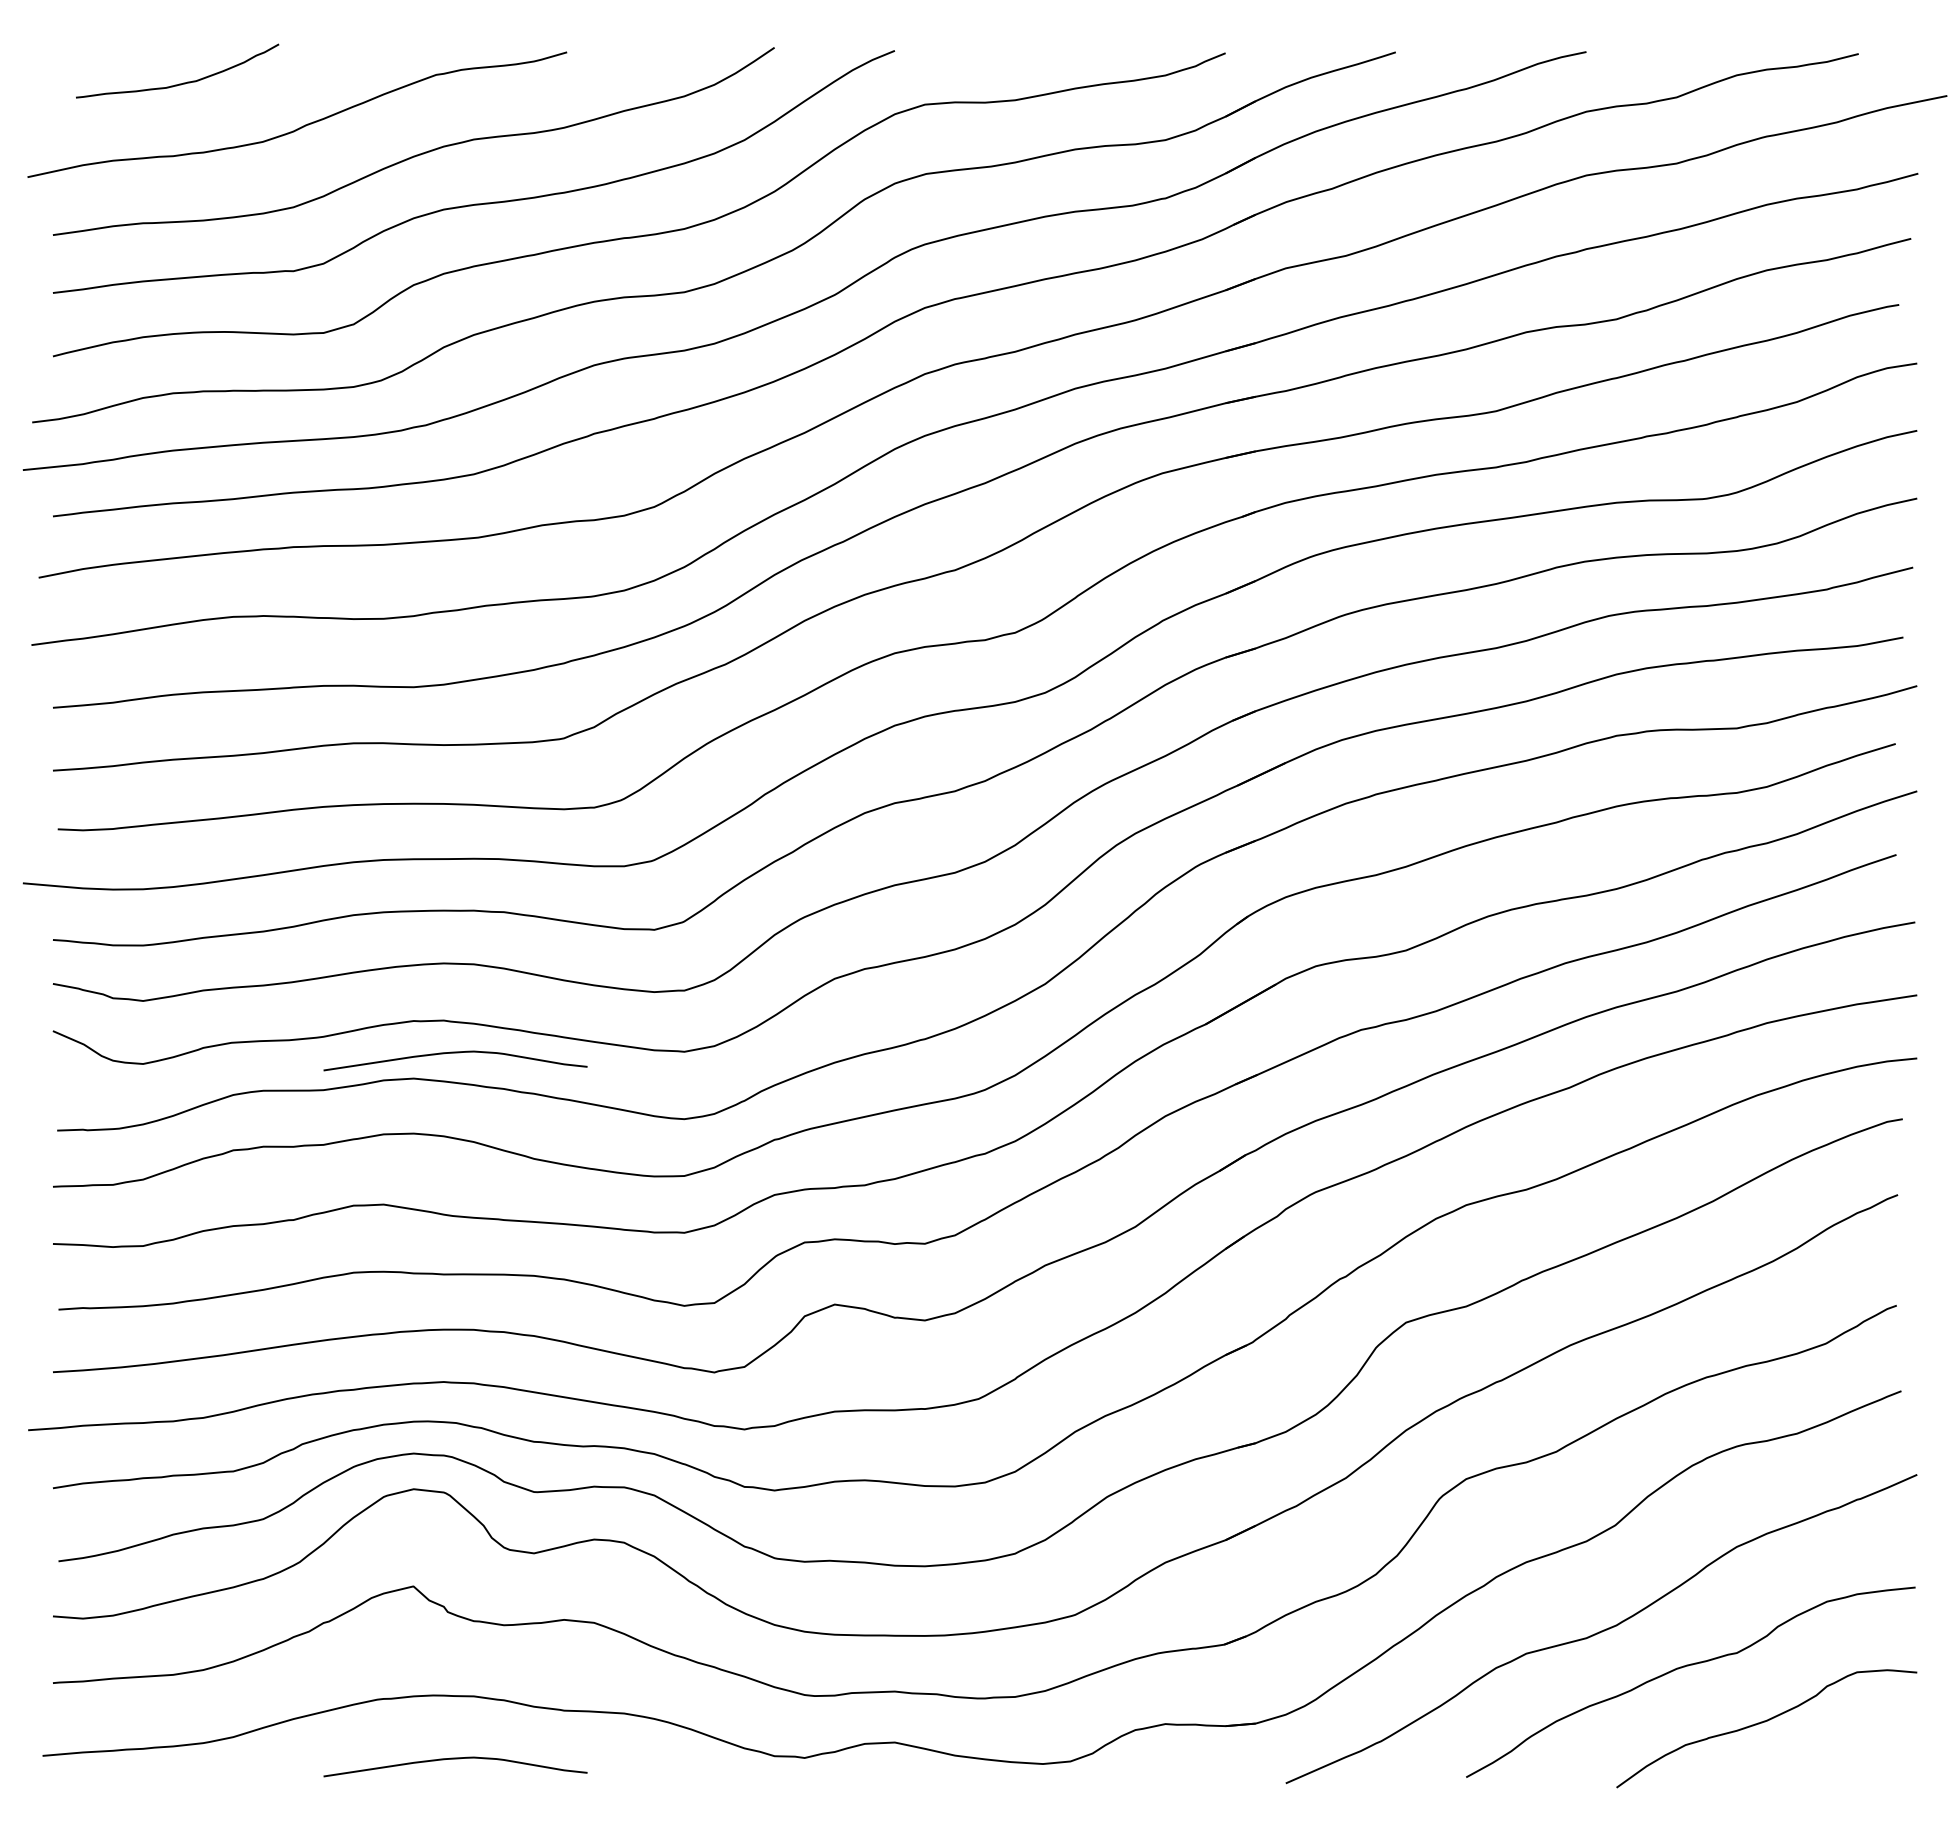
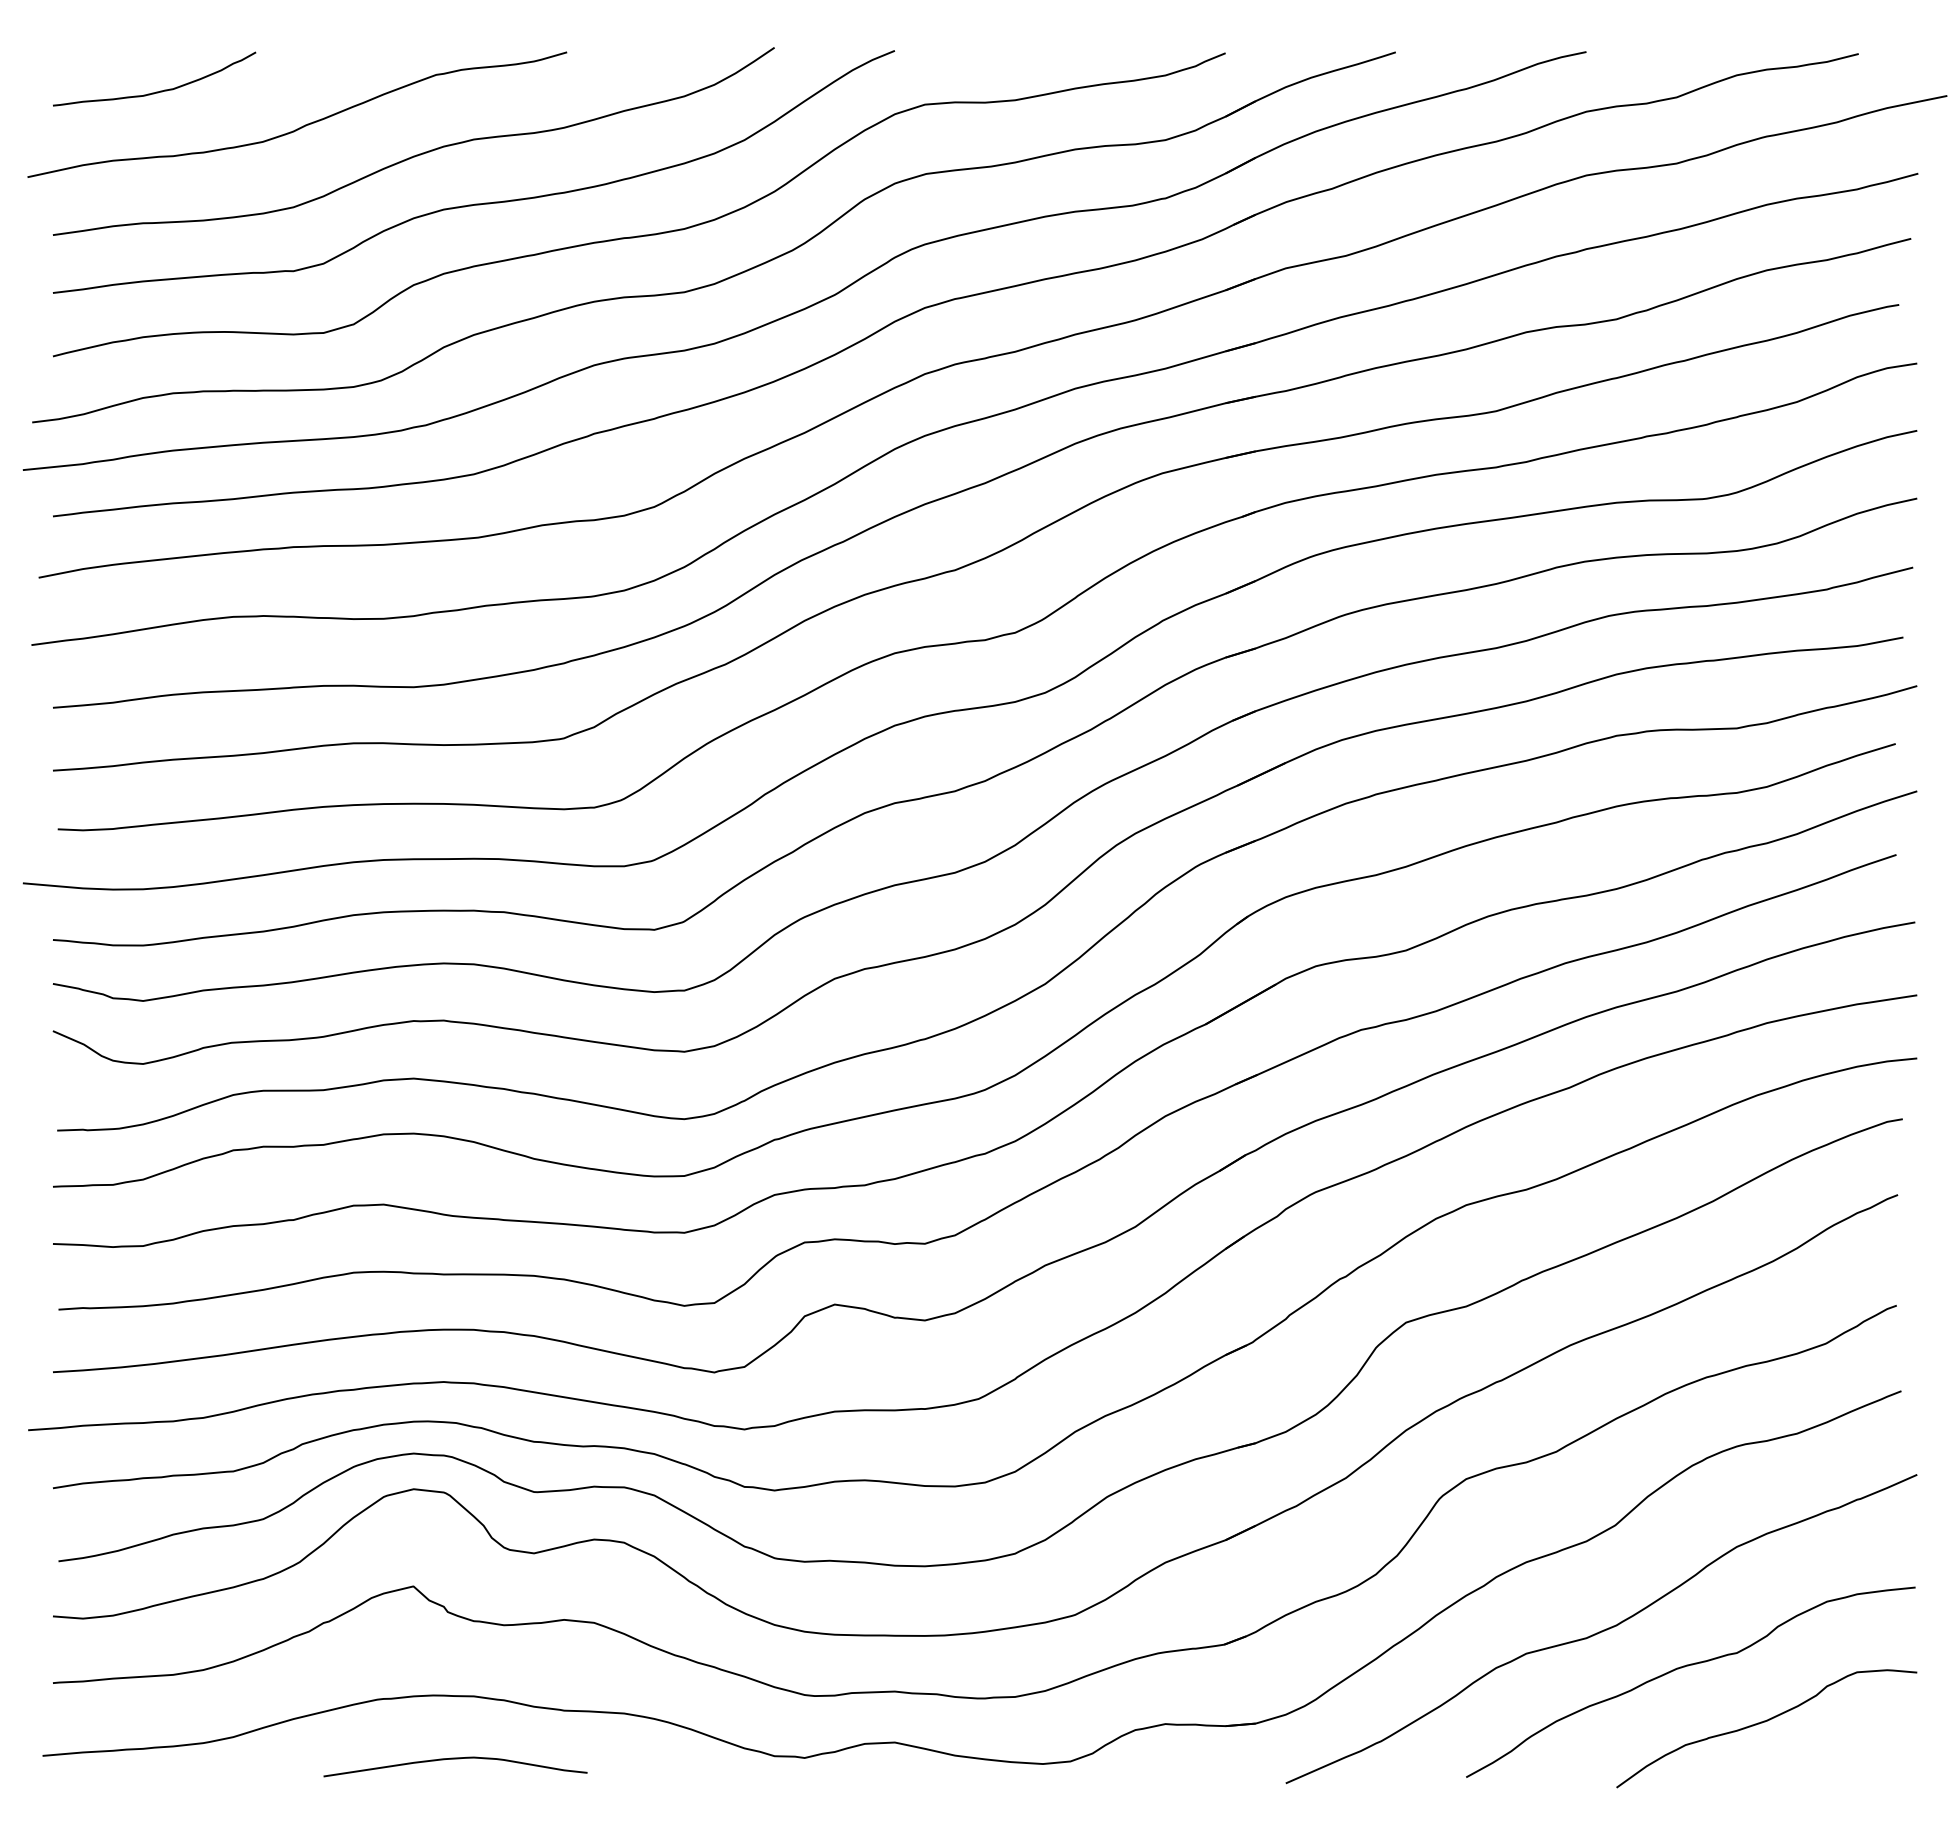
curve at (179, 83) position: (179, 83) -> (156, 91)
curve at (455, 1053): present -> none
